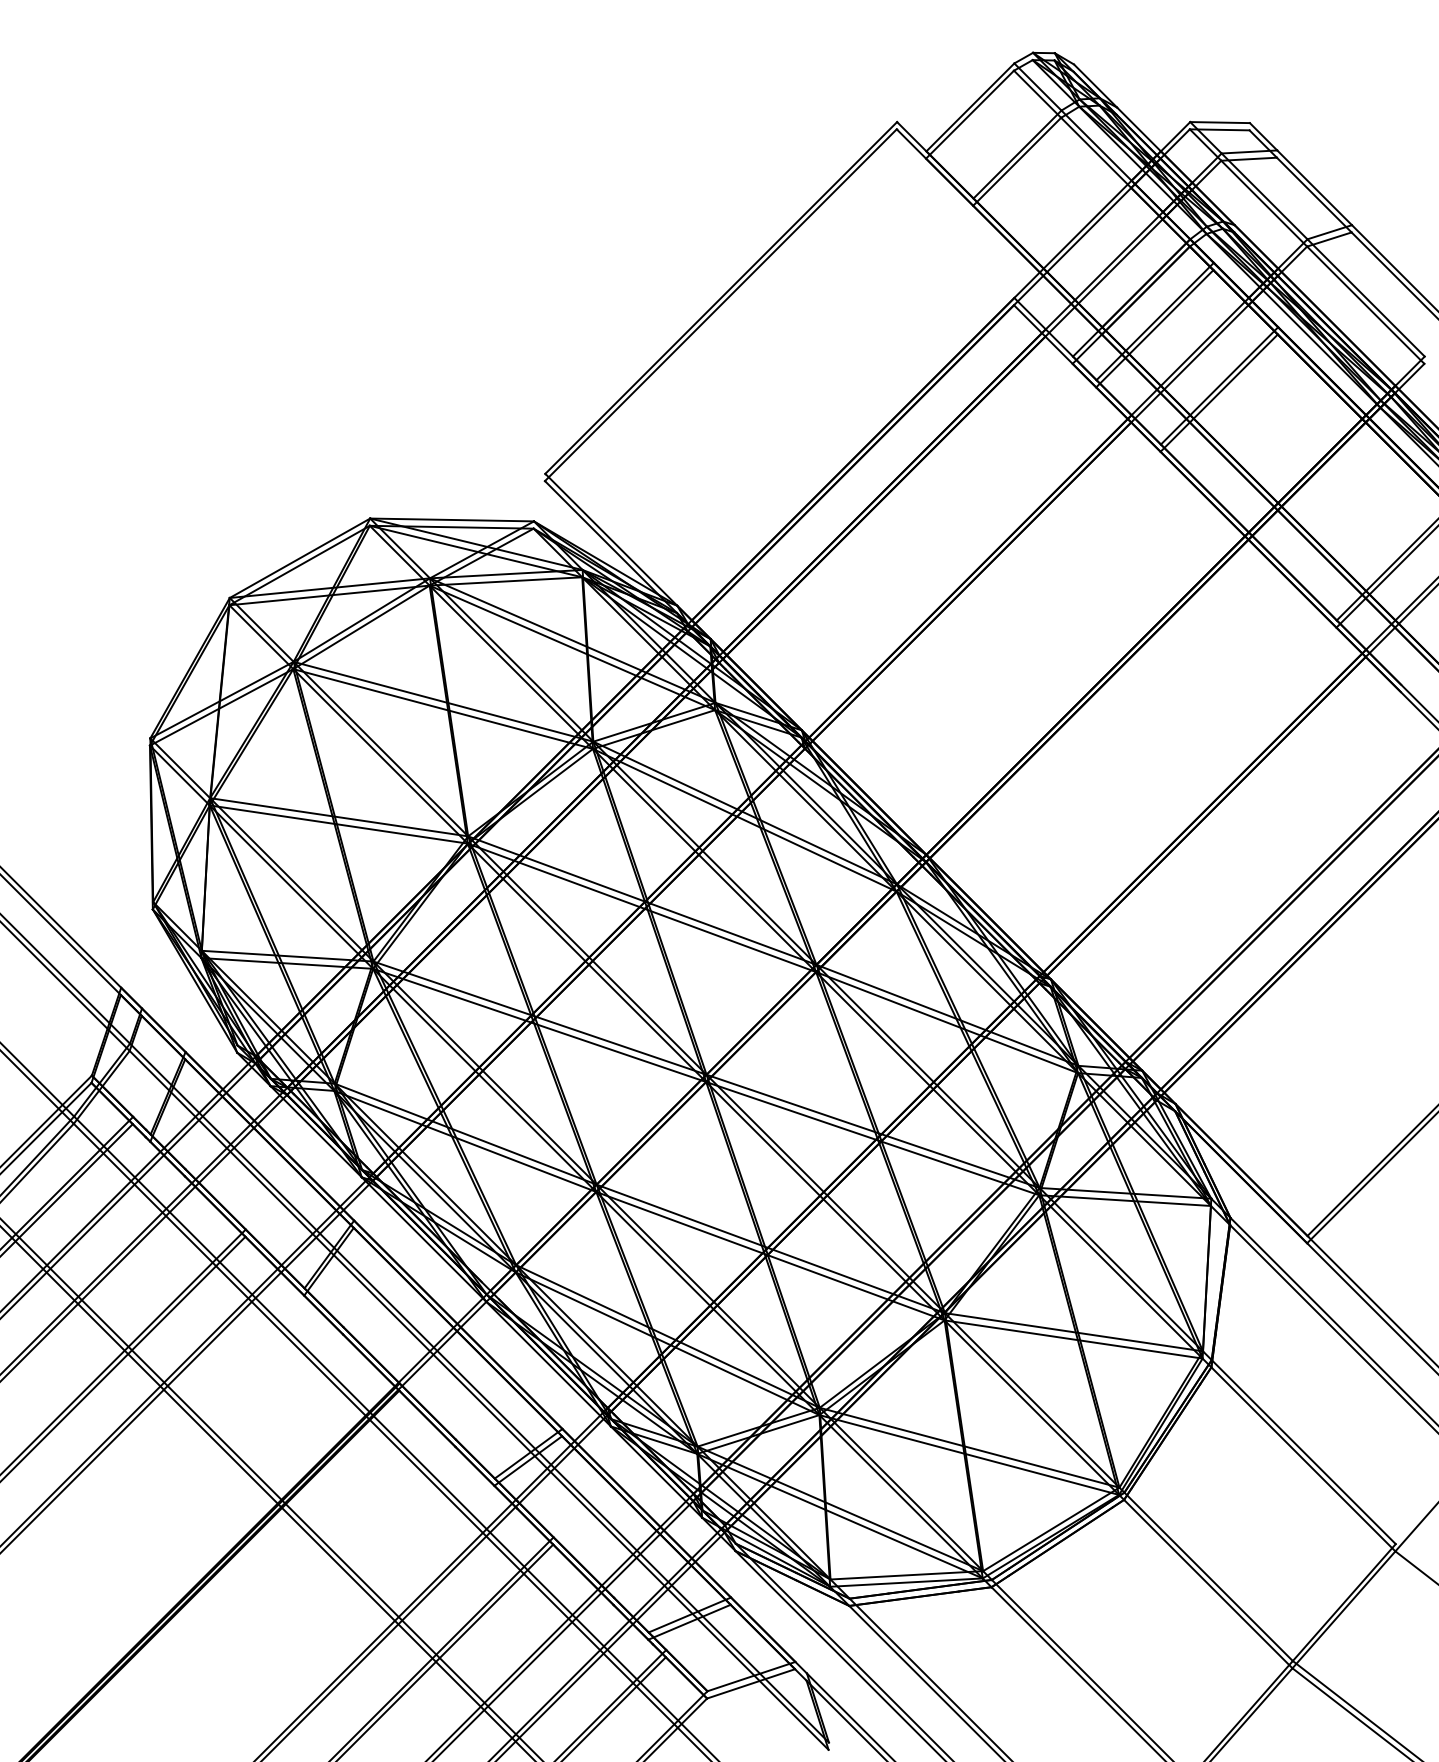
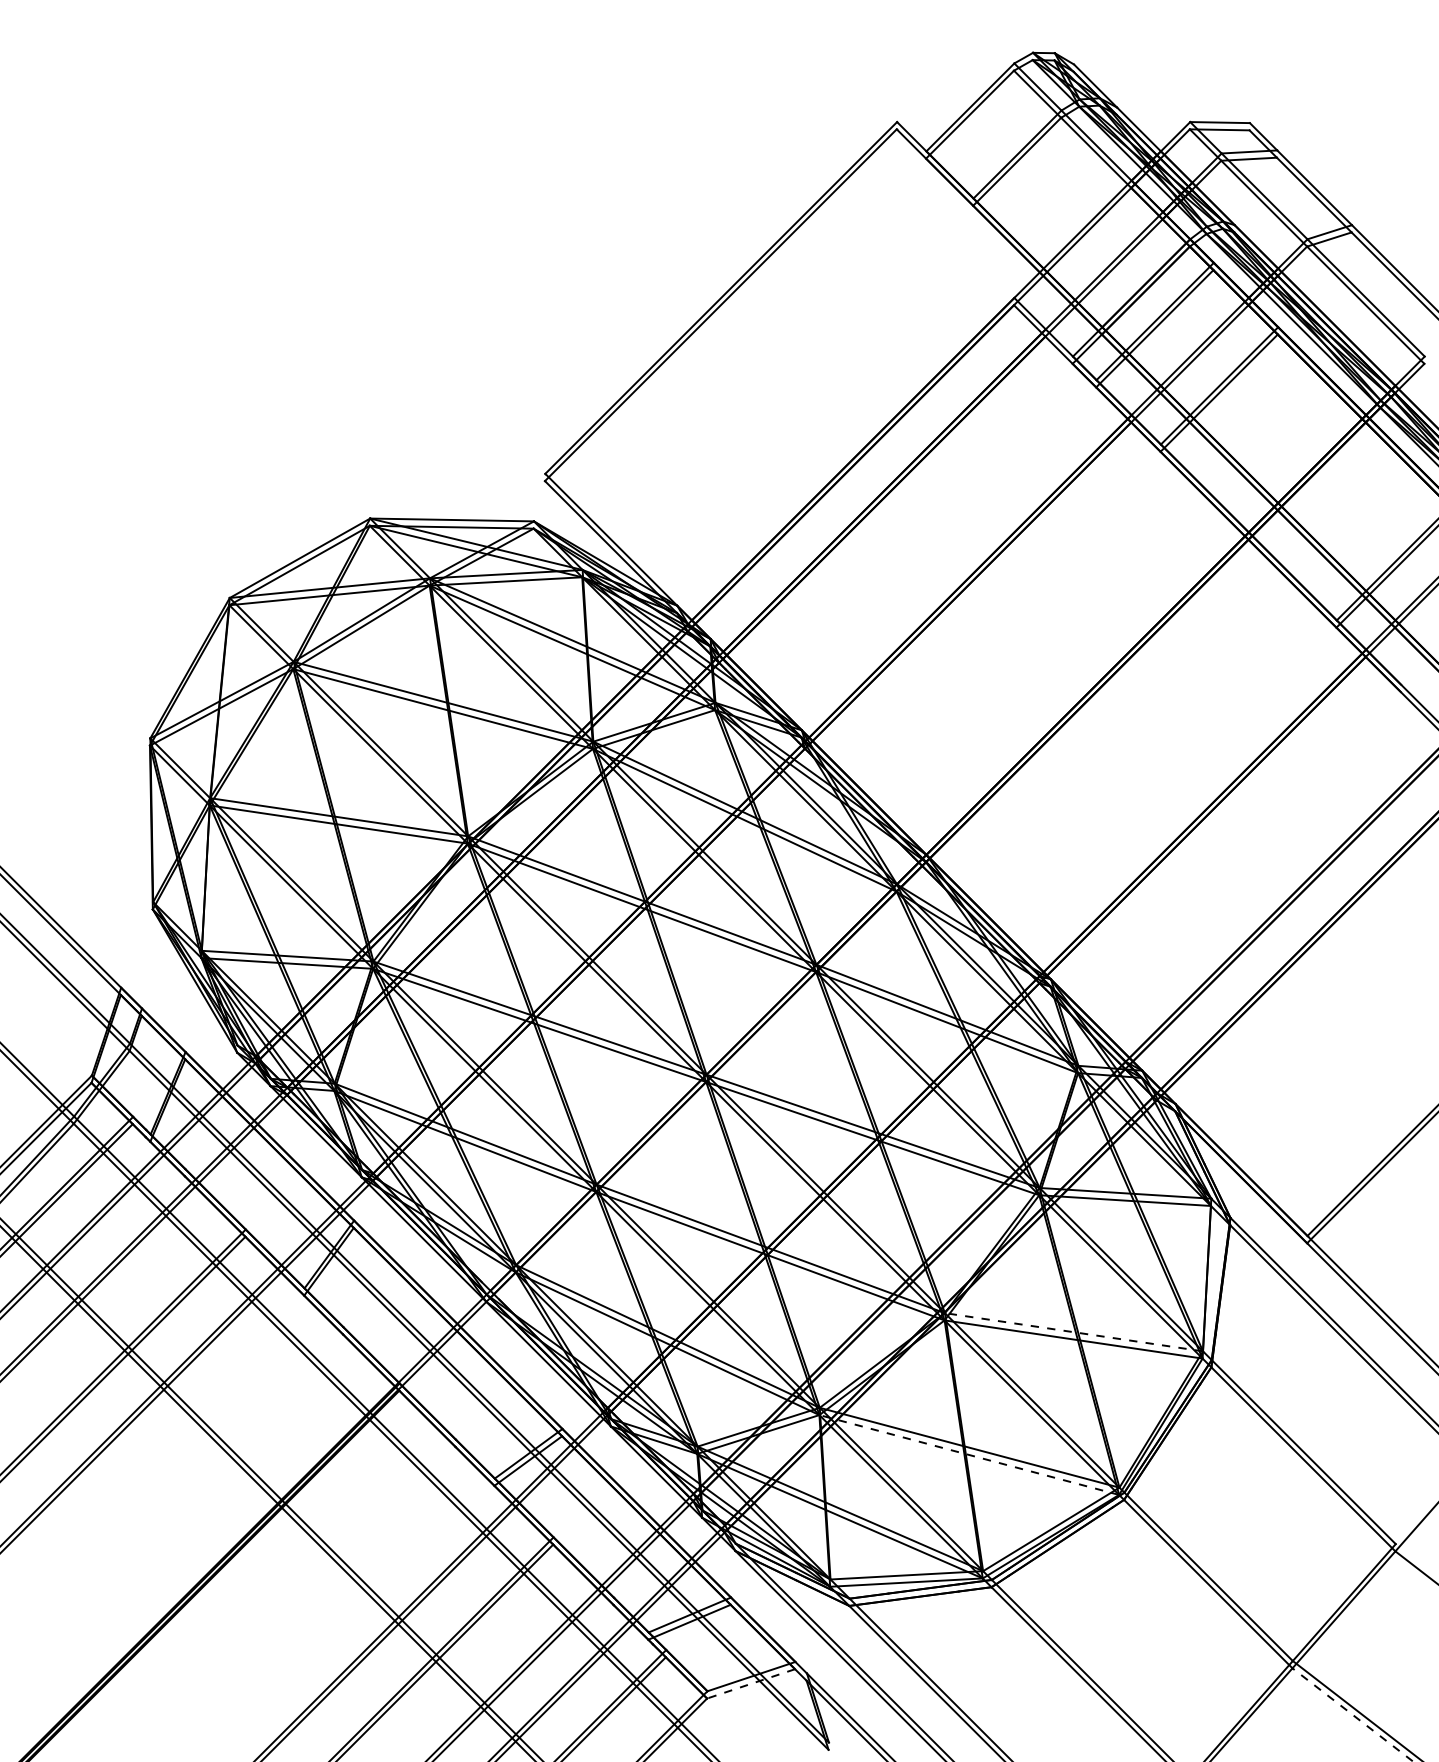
line at (1073, 1332): solid -> dashed
line at (968, 1454): solid -> dashed
line at (750, 1684): solid -> dashed
line at (1352, 1714): solid -> dashed
